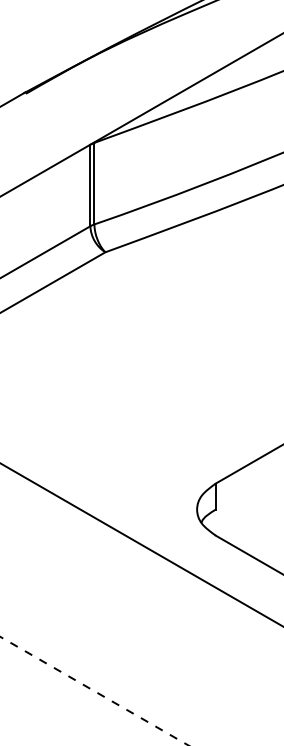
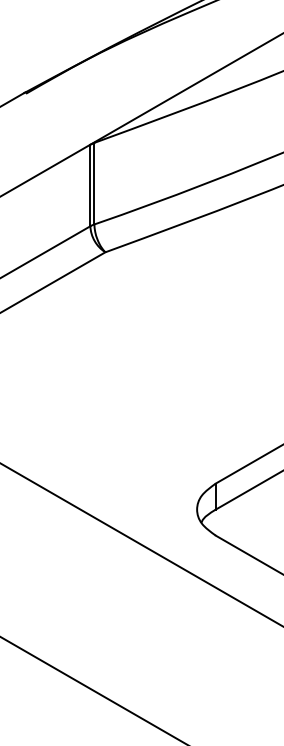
line at (247, 490): none -> present
line at (94, 691): dashed -> solid
